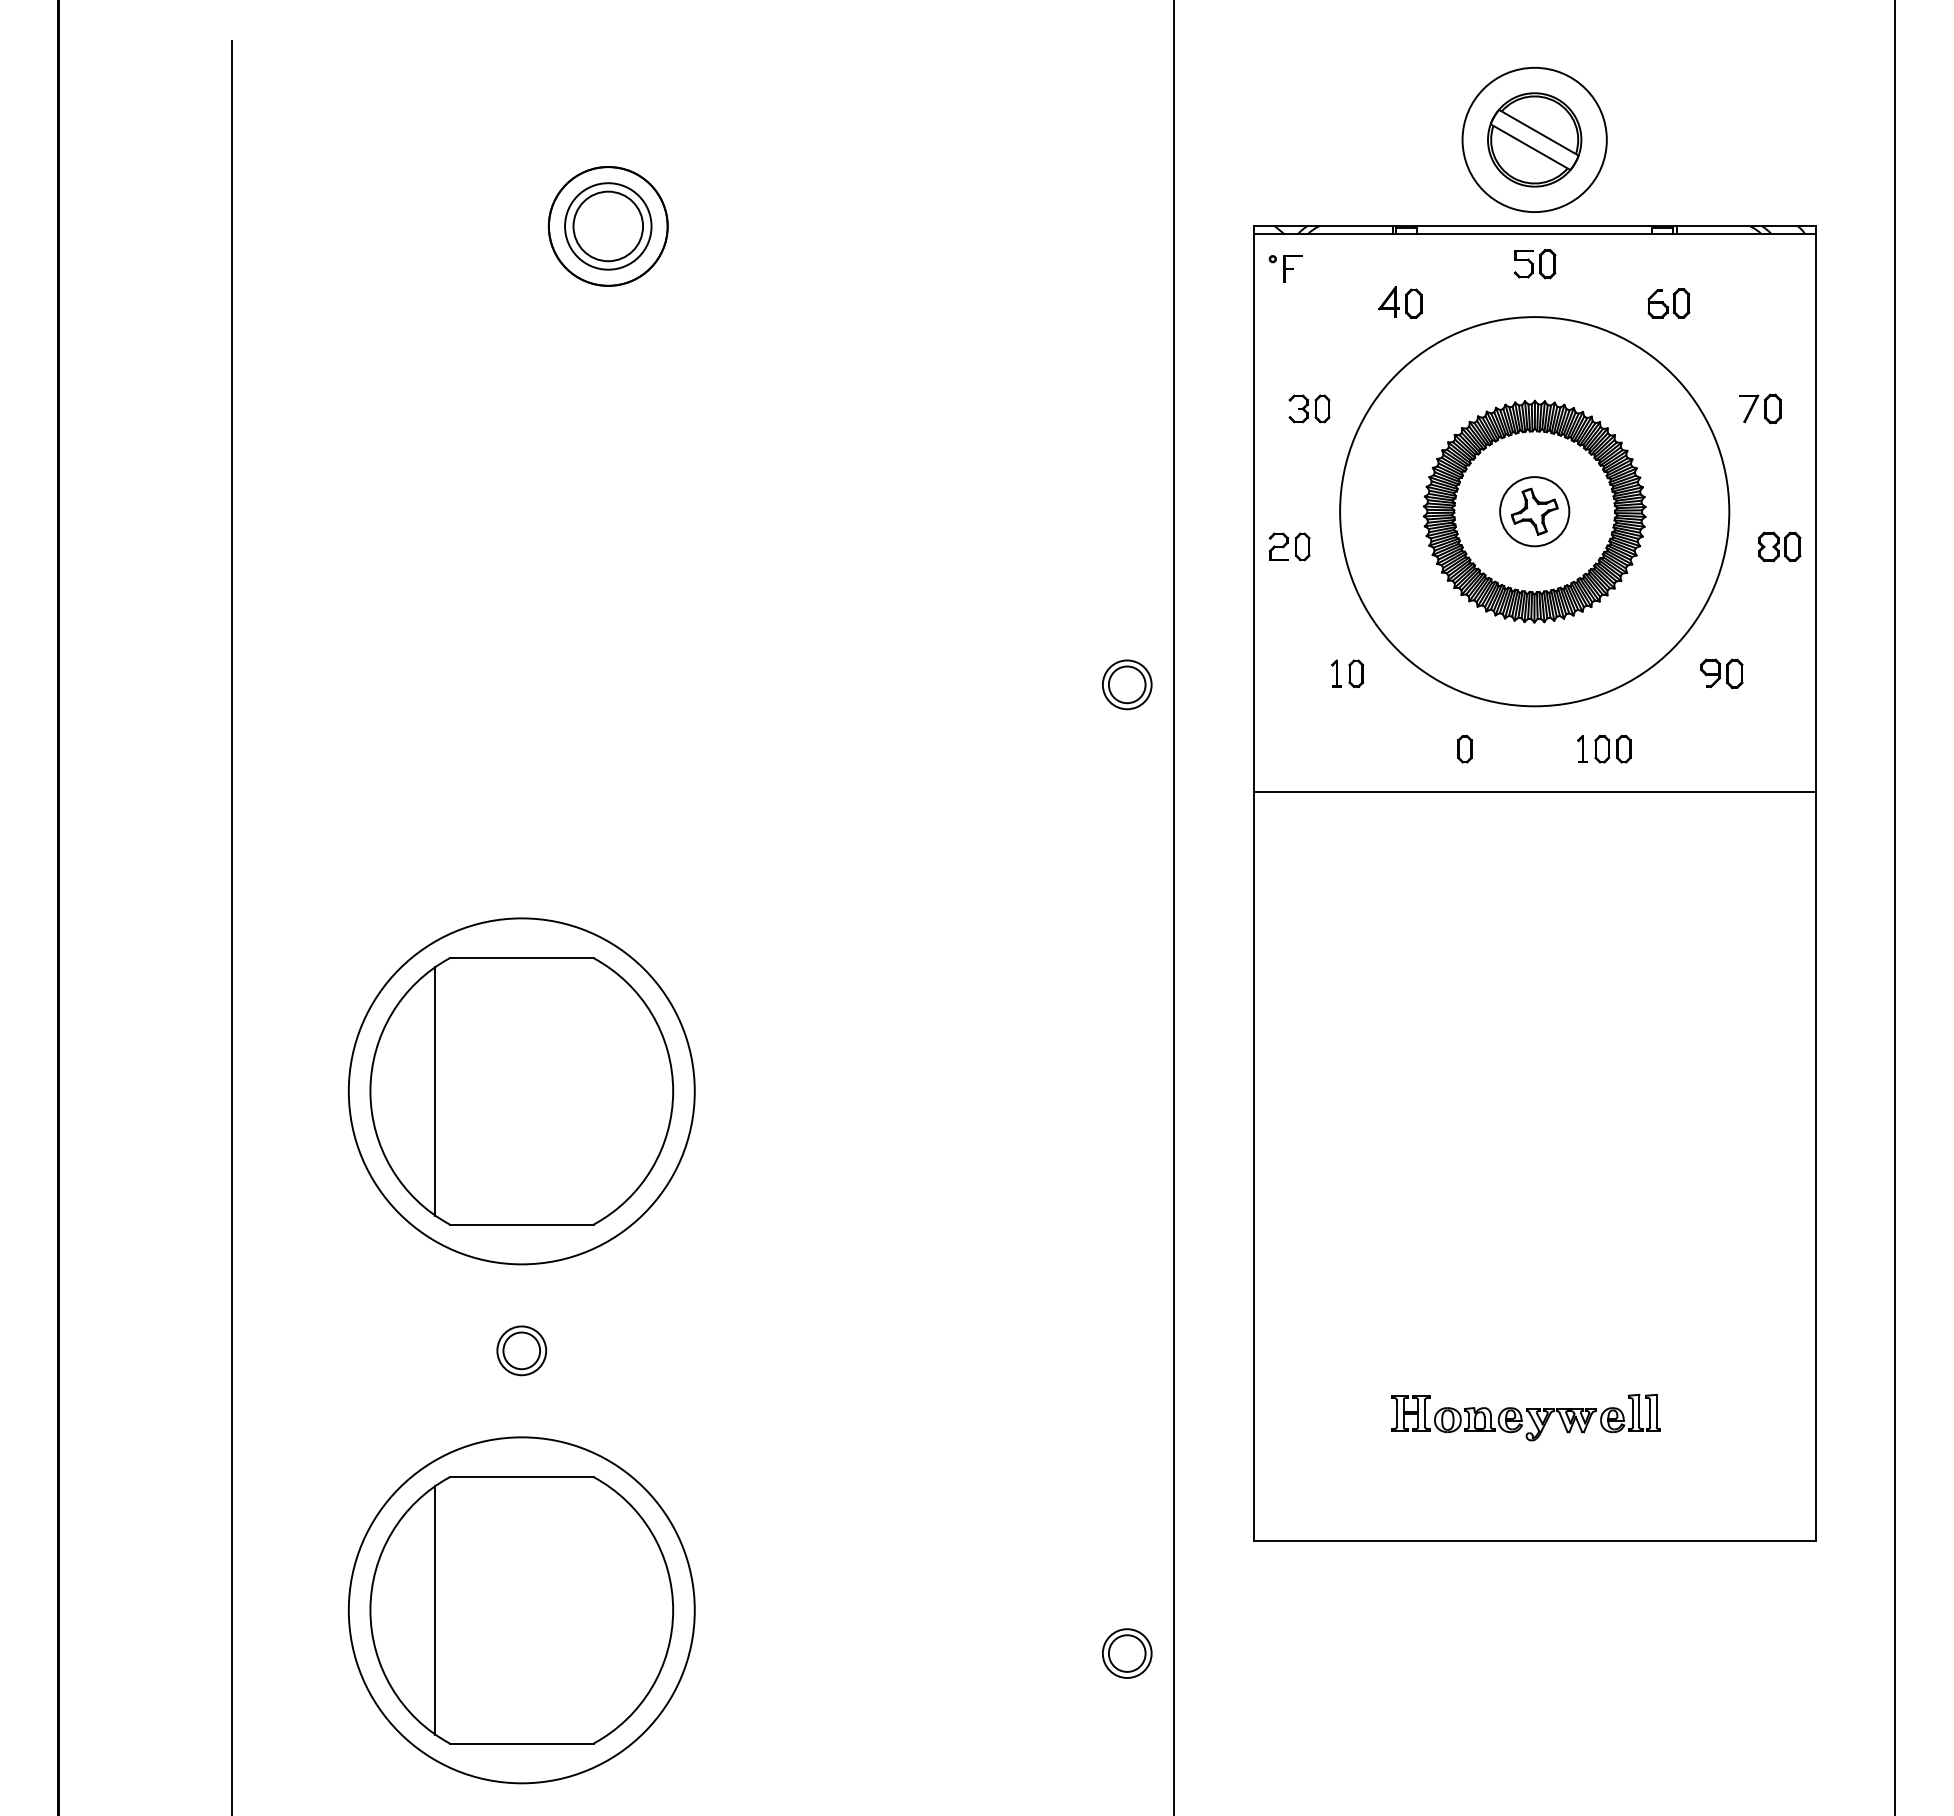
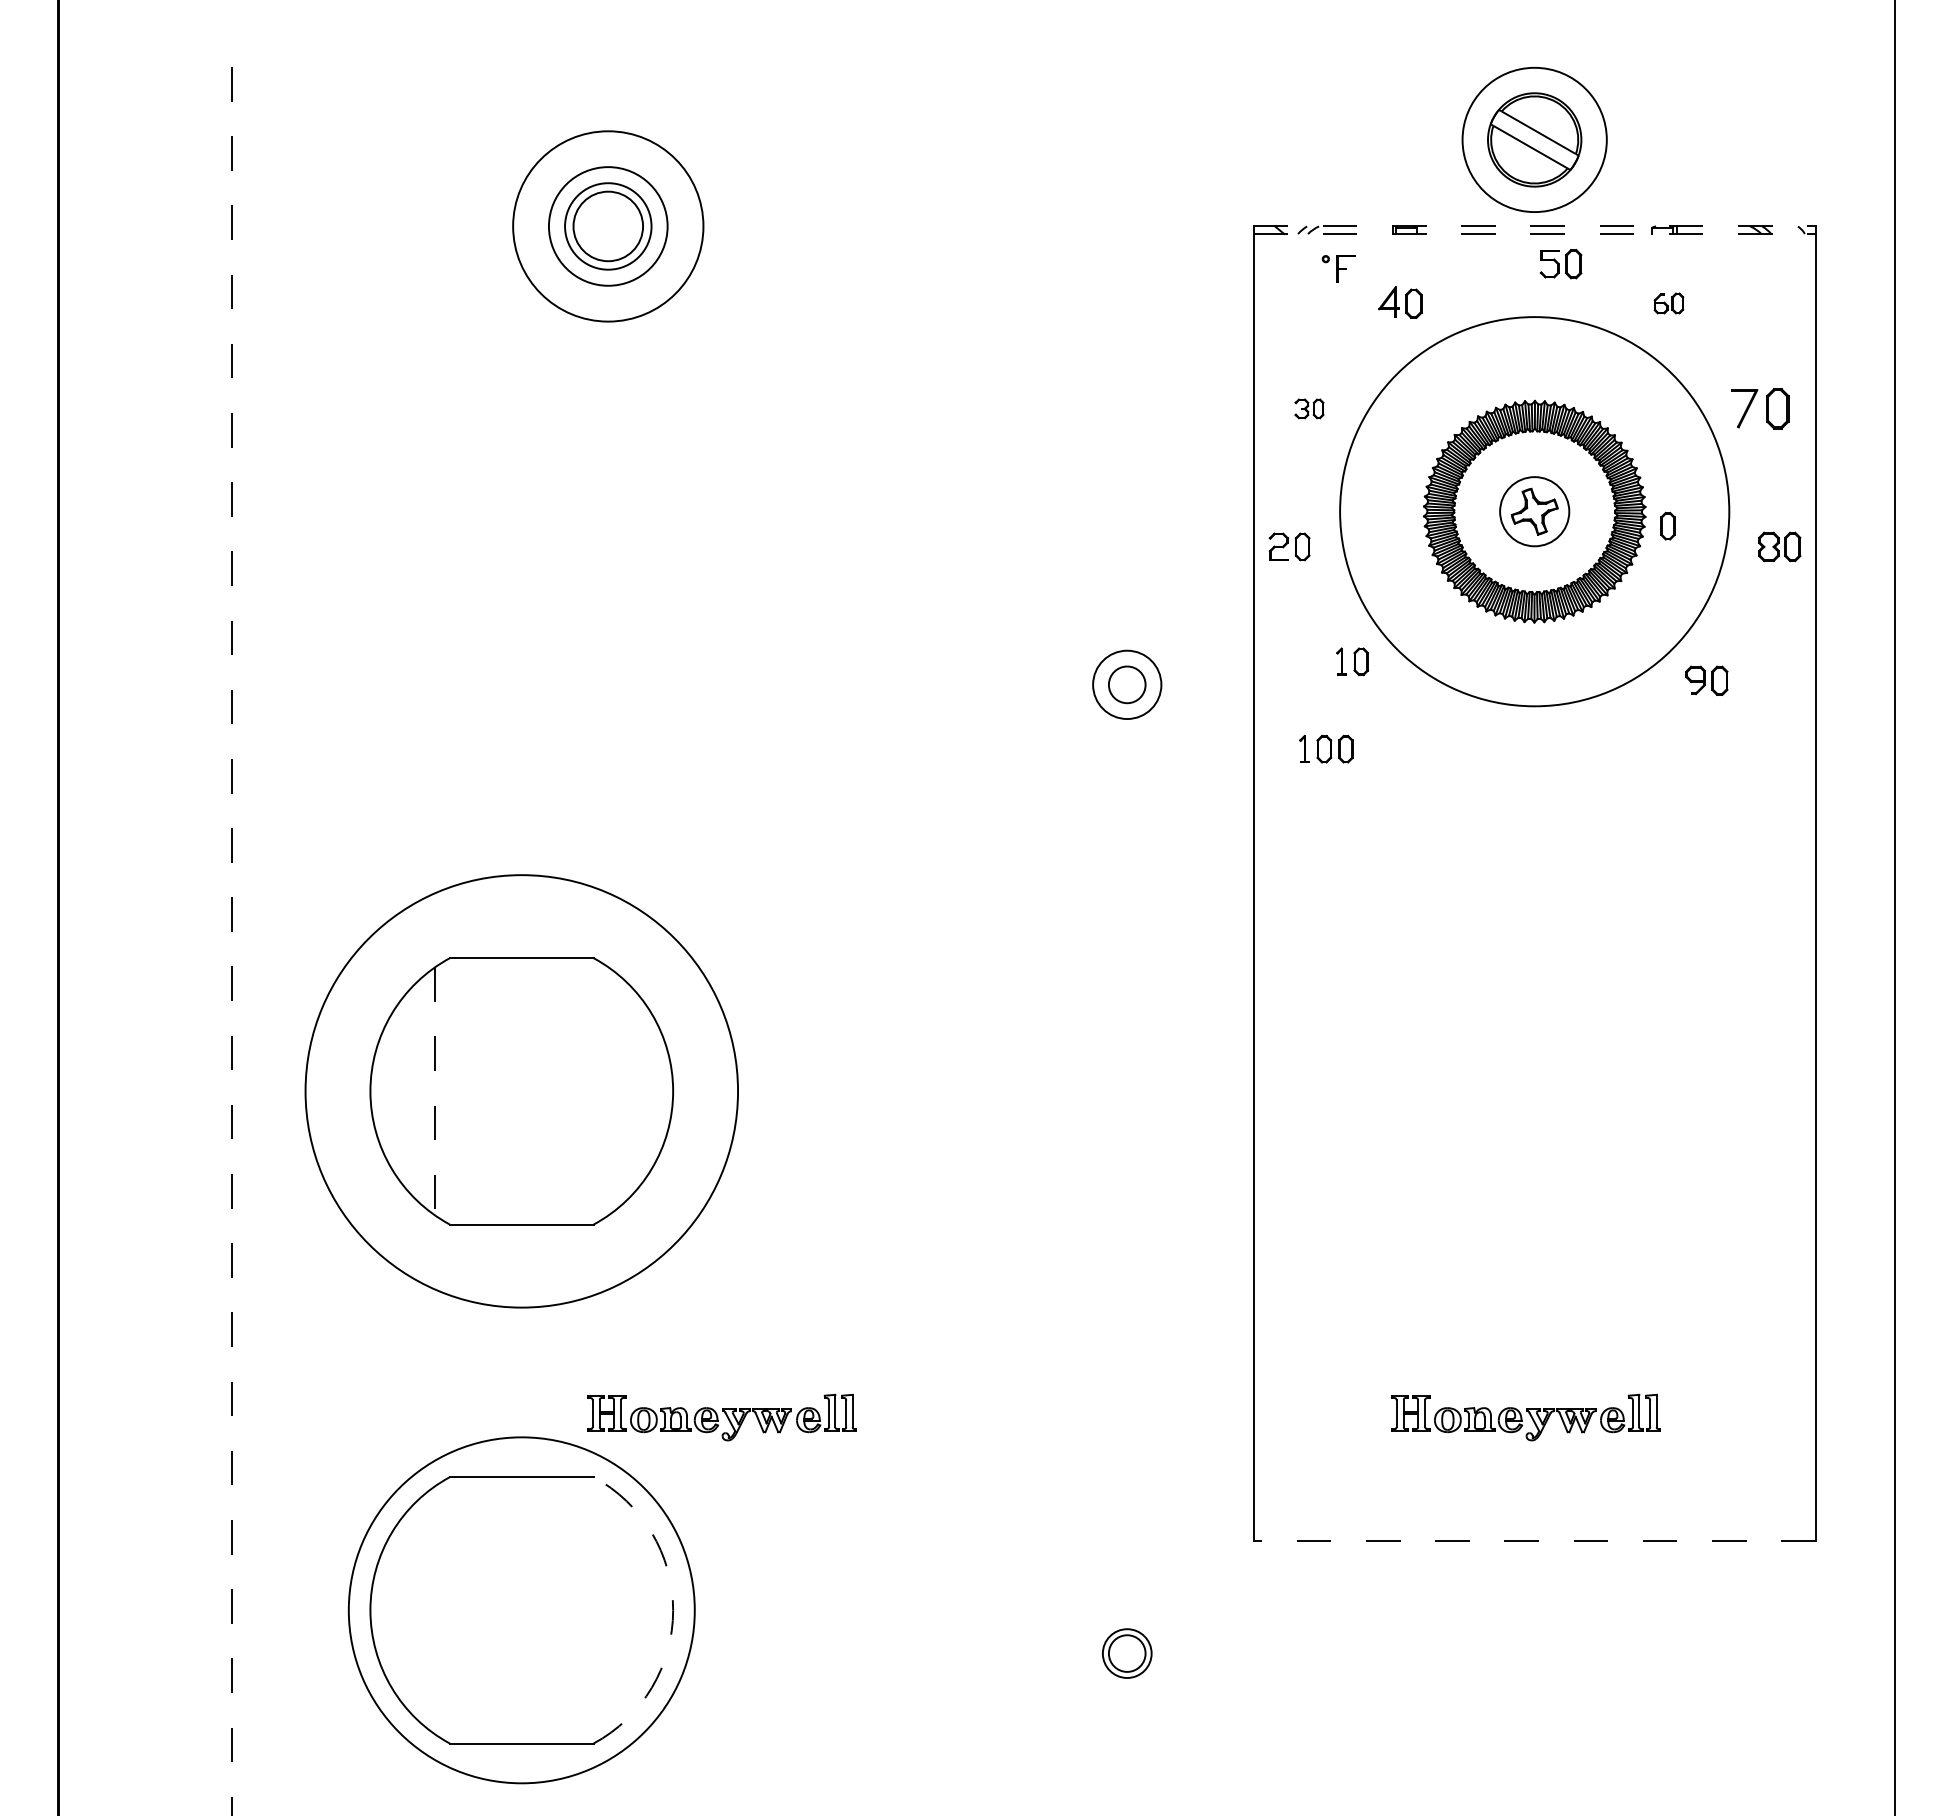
circle at (607, 225) diameter: 119 px -> 190 px
line at (1535, 226): solid -> dashed
line at (1535, 234): solid -> dashed
part at (1535, 264) position: (1535, 264) -> (1561, 264)
part at (1285, 268) position: (1285, 268) -> (1338, 268)
part at (1668, 303) size: 44x31 px -> 32x23 px
part at (1309, 408) size: 43x30 px -> 31x22 px
part at (1760, 408) size: 43x32 px -> 59x42 px
part at (1347, 673) position: (1347, 673) -> (1352, 661)
part at (1721, 673) position: (1721, 673) -> (1706, 680)
circle at (1126, 684) diameter: 49 px -> 68 px
part at (1464, 748) position: (1464, 748) -> (1667, 525)
part at (1604, 748) position: (1604, 748) -> (1326, 748)
line at (1534, 792): present -> none
line at (1174, 907): present -> none
line at (231, 928): solid -> dashed
line at (435, 1091): solid -> dashed
circle at (521, 1091) diameter: 346 px -> 432 px
part at (521, 1350): present -> none
part at (721, 1417): none -> present
line at (1534, 1541): solid -> dashed
line at (435, 1610): present -> none
arc at (673, 1610): solid -> dashed
